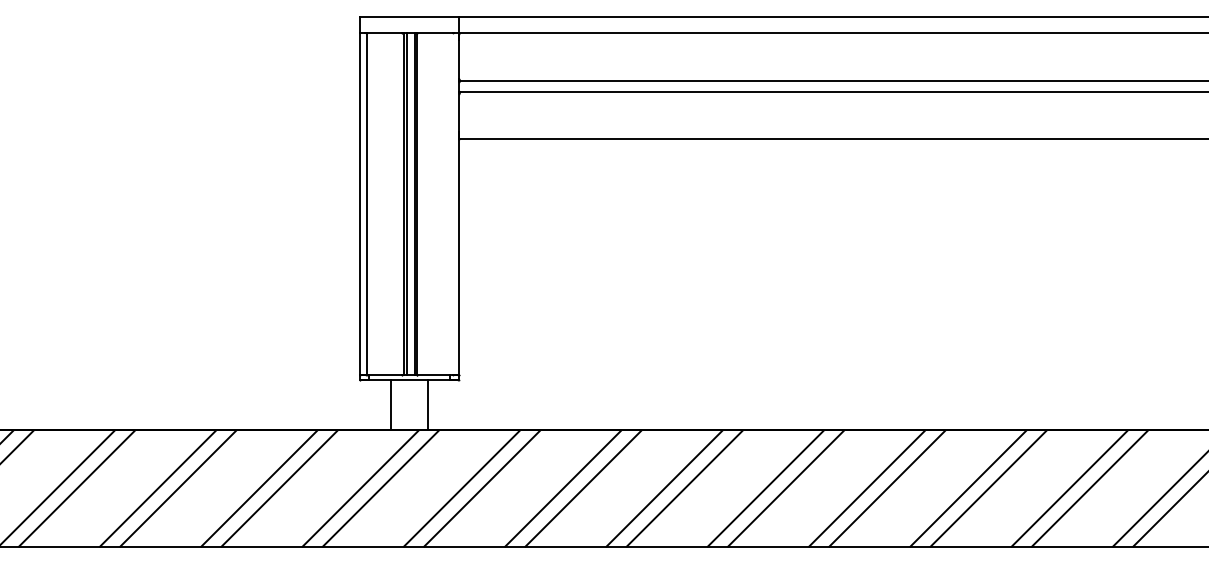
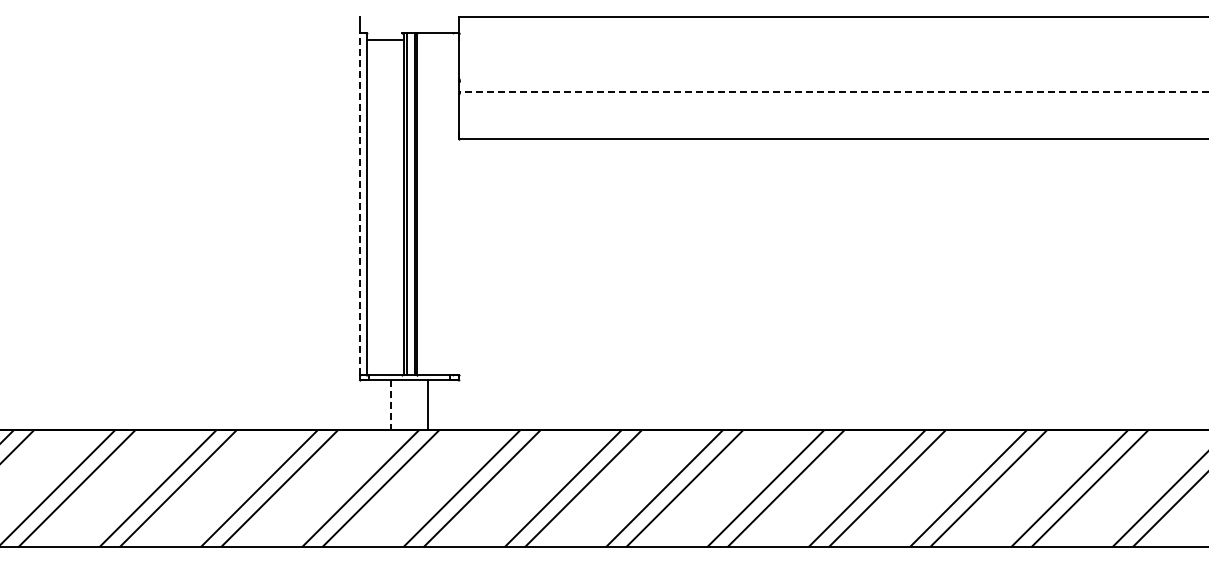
line at (409, 16): present -> none
line at (384, 33) position: (384, 33) -> (384, 40)
line at (832, 33): present -> none
line at (832, 80): present -> none
line at (834, 91): solid -> dashed
line at (360, 204): solid -> dashed
line at (459, 256): present -> none
line at (390, 405): solid -> dashed
